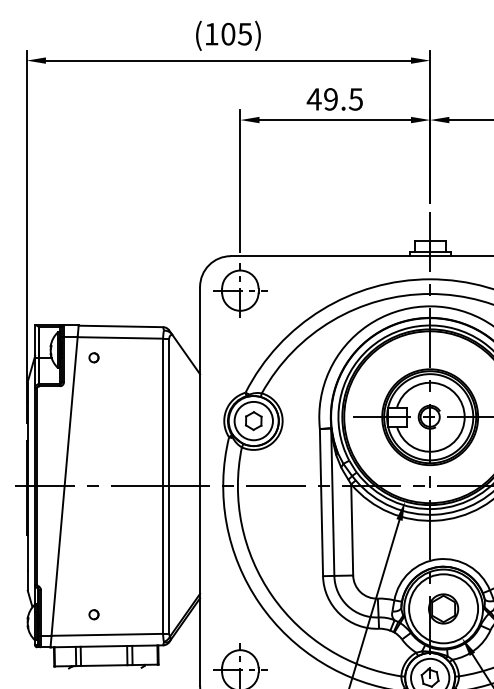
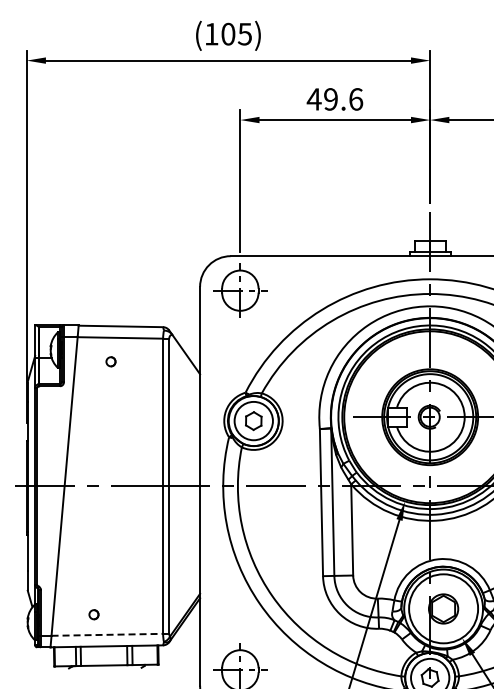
text at (355, 99): 49.5 -> 49.6
circle at (93, 357) position: (93, 357) -> (110, 361)
line at (107, 634): solid -> dashed
